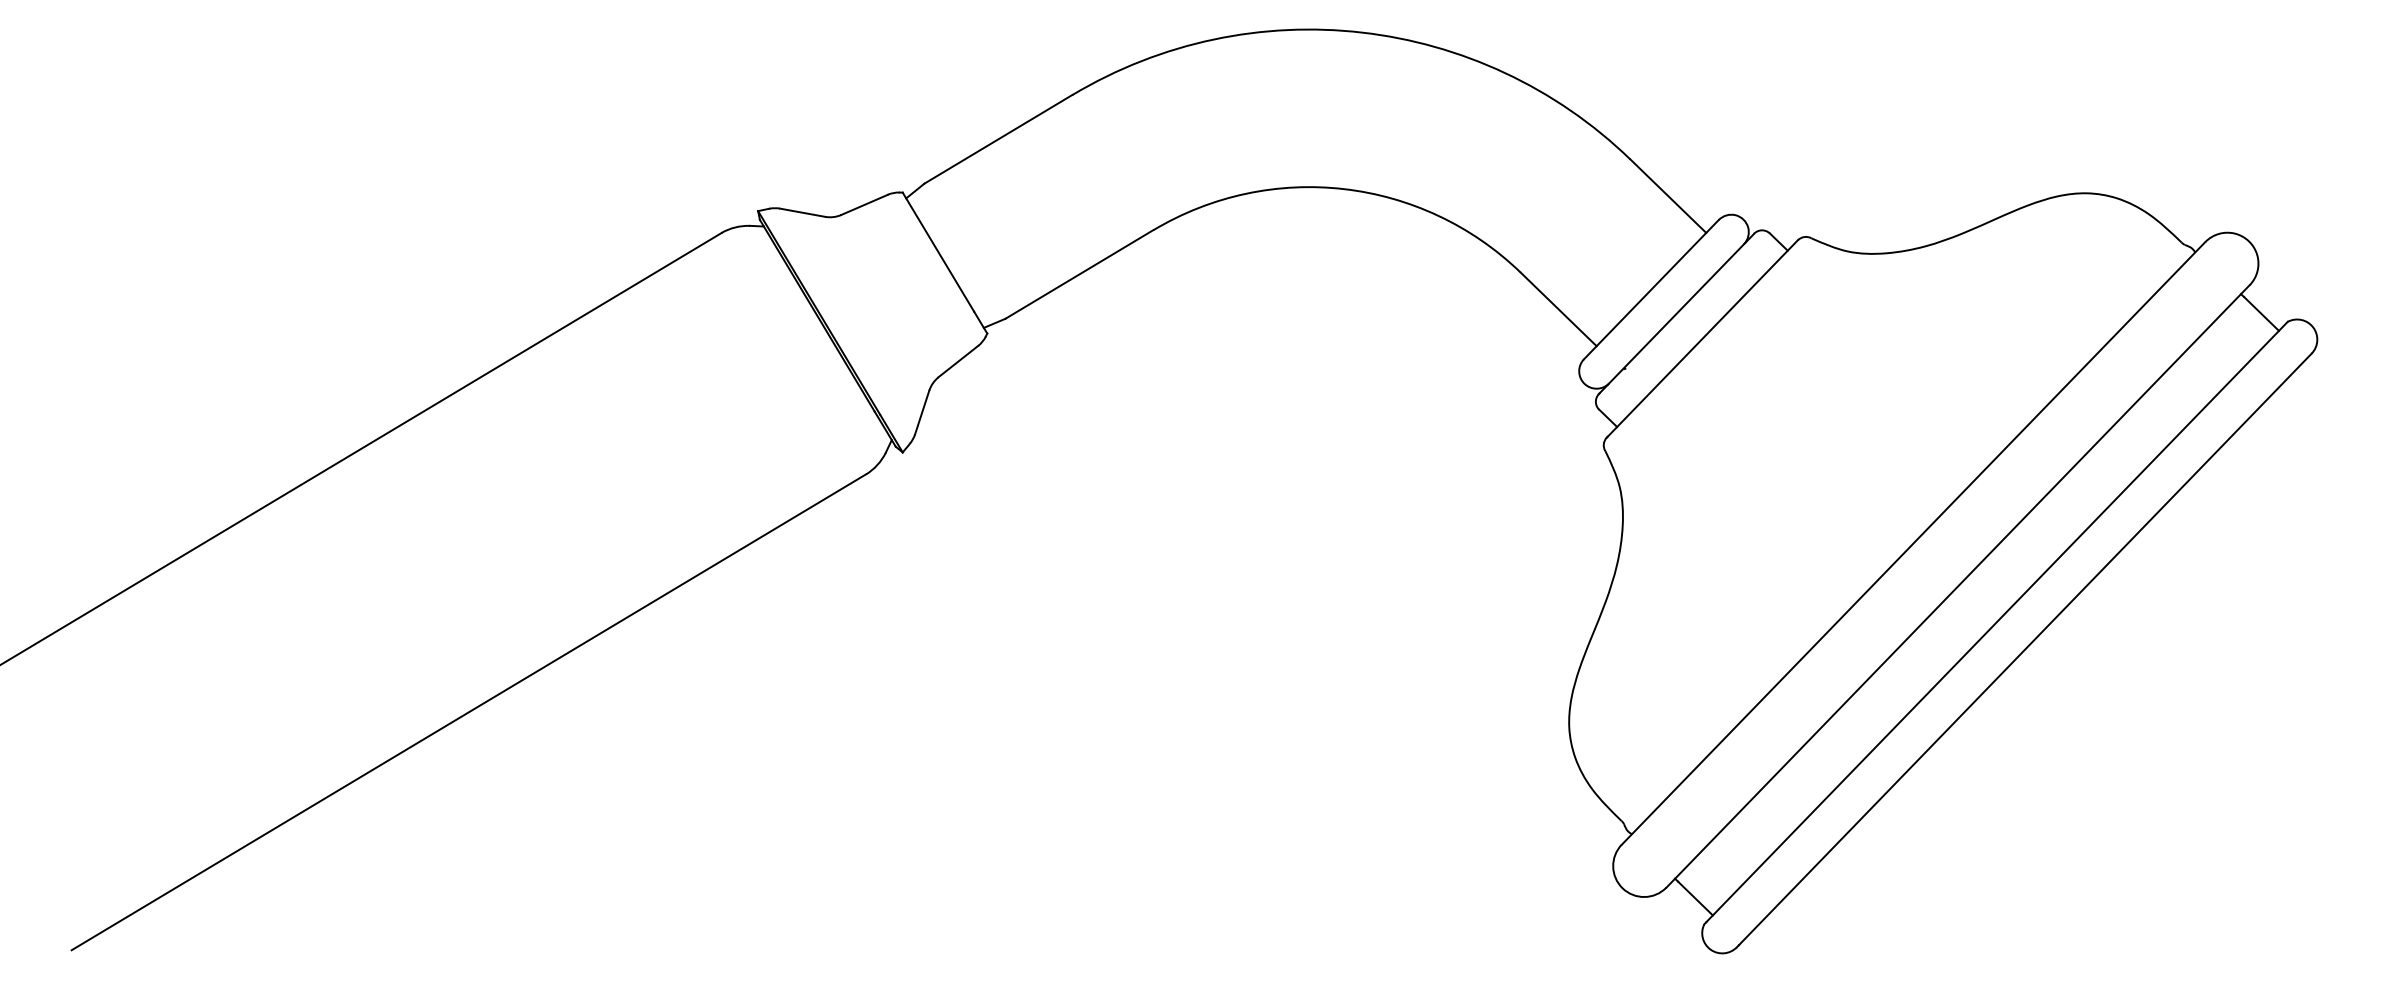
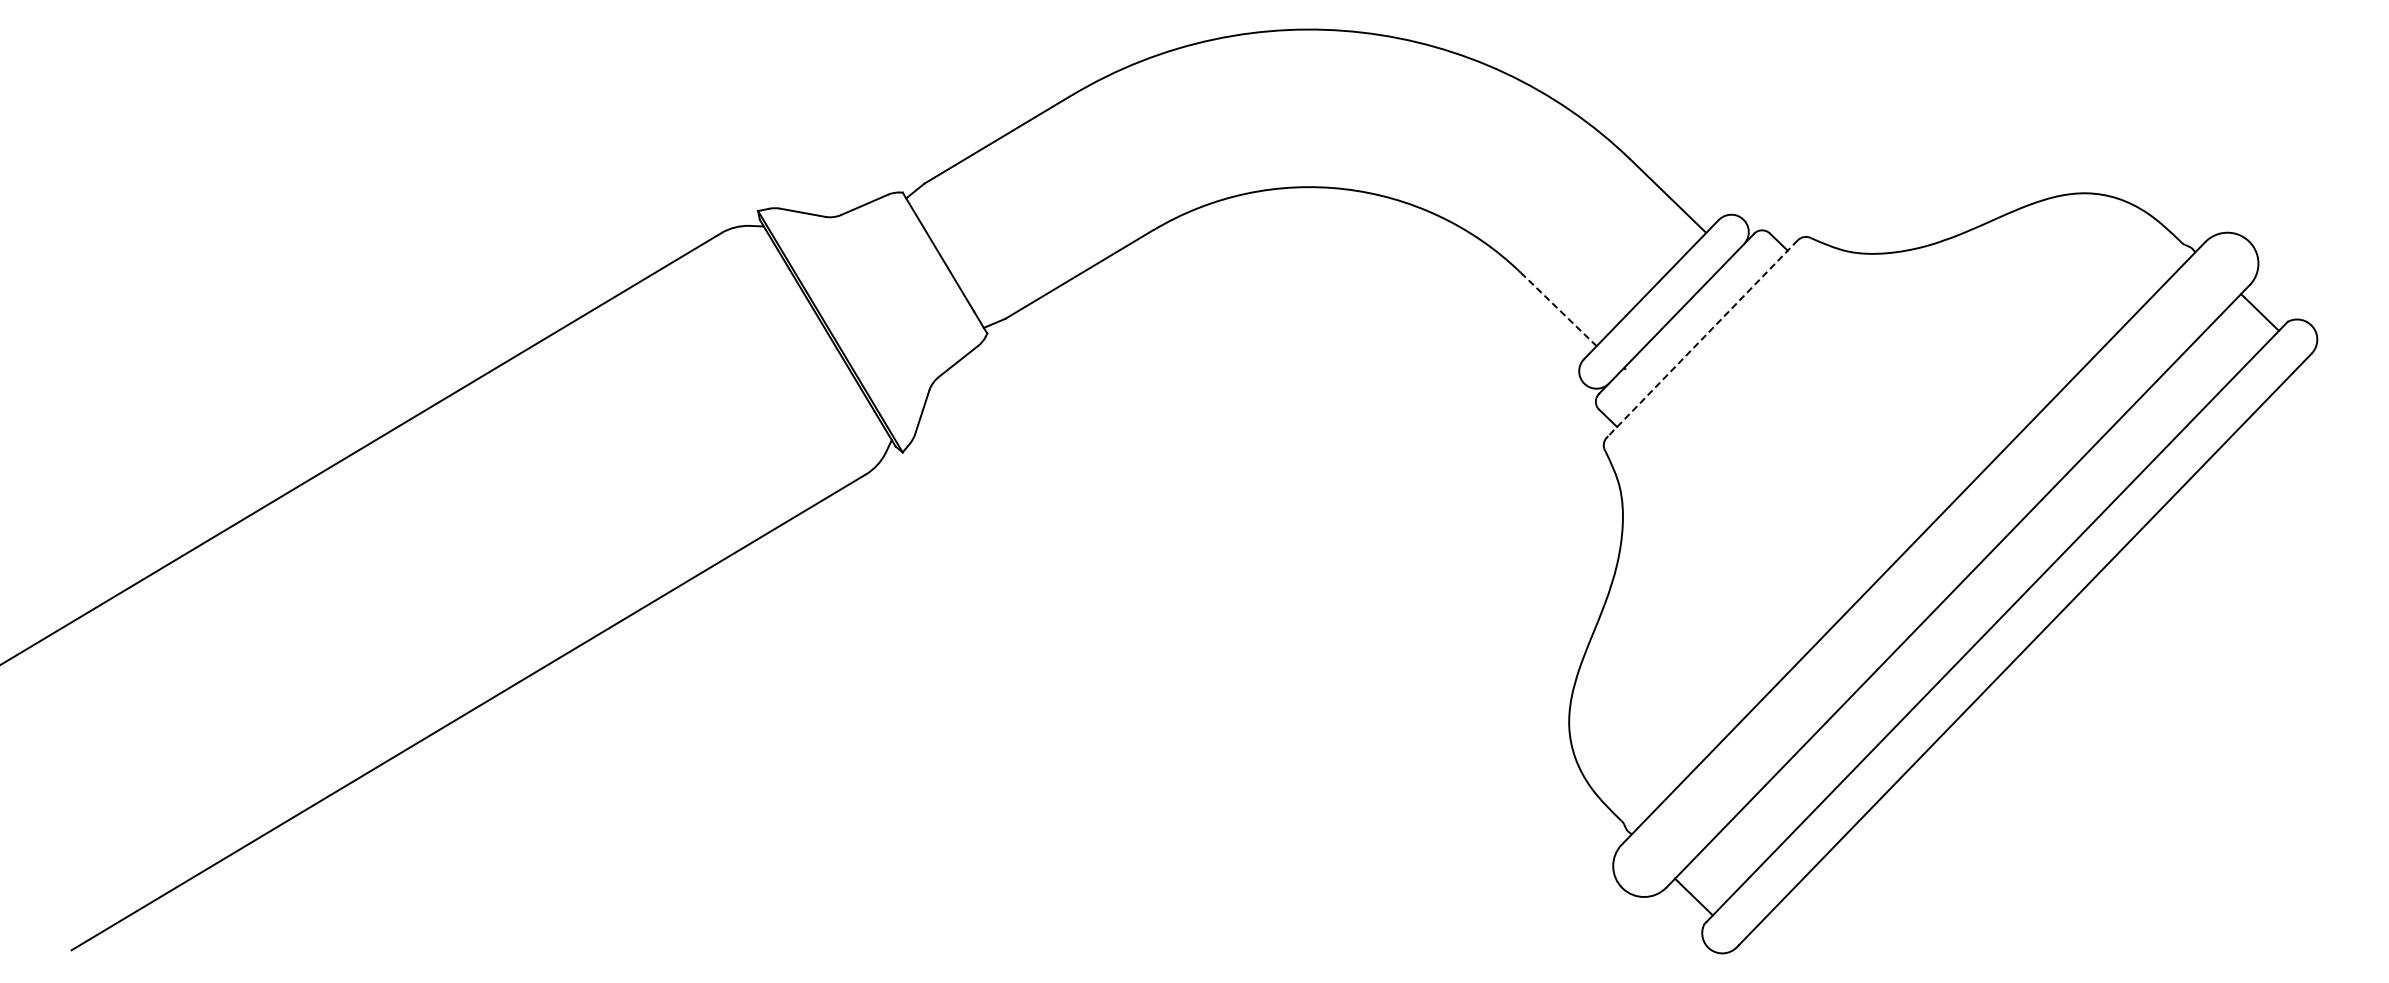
line at (1558, 309): solid -> dashed
line at (1702, 338): solid -> dashed
